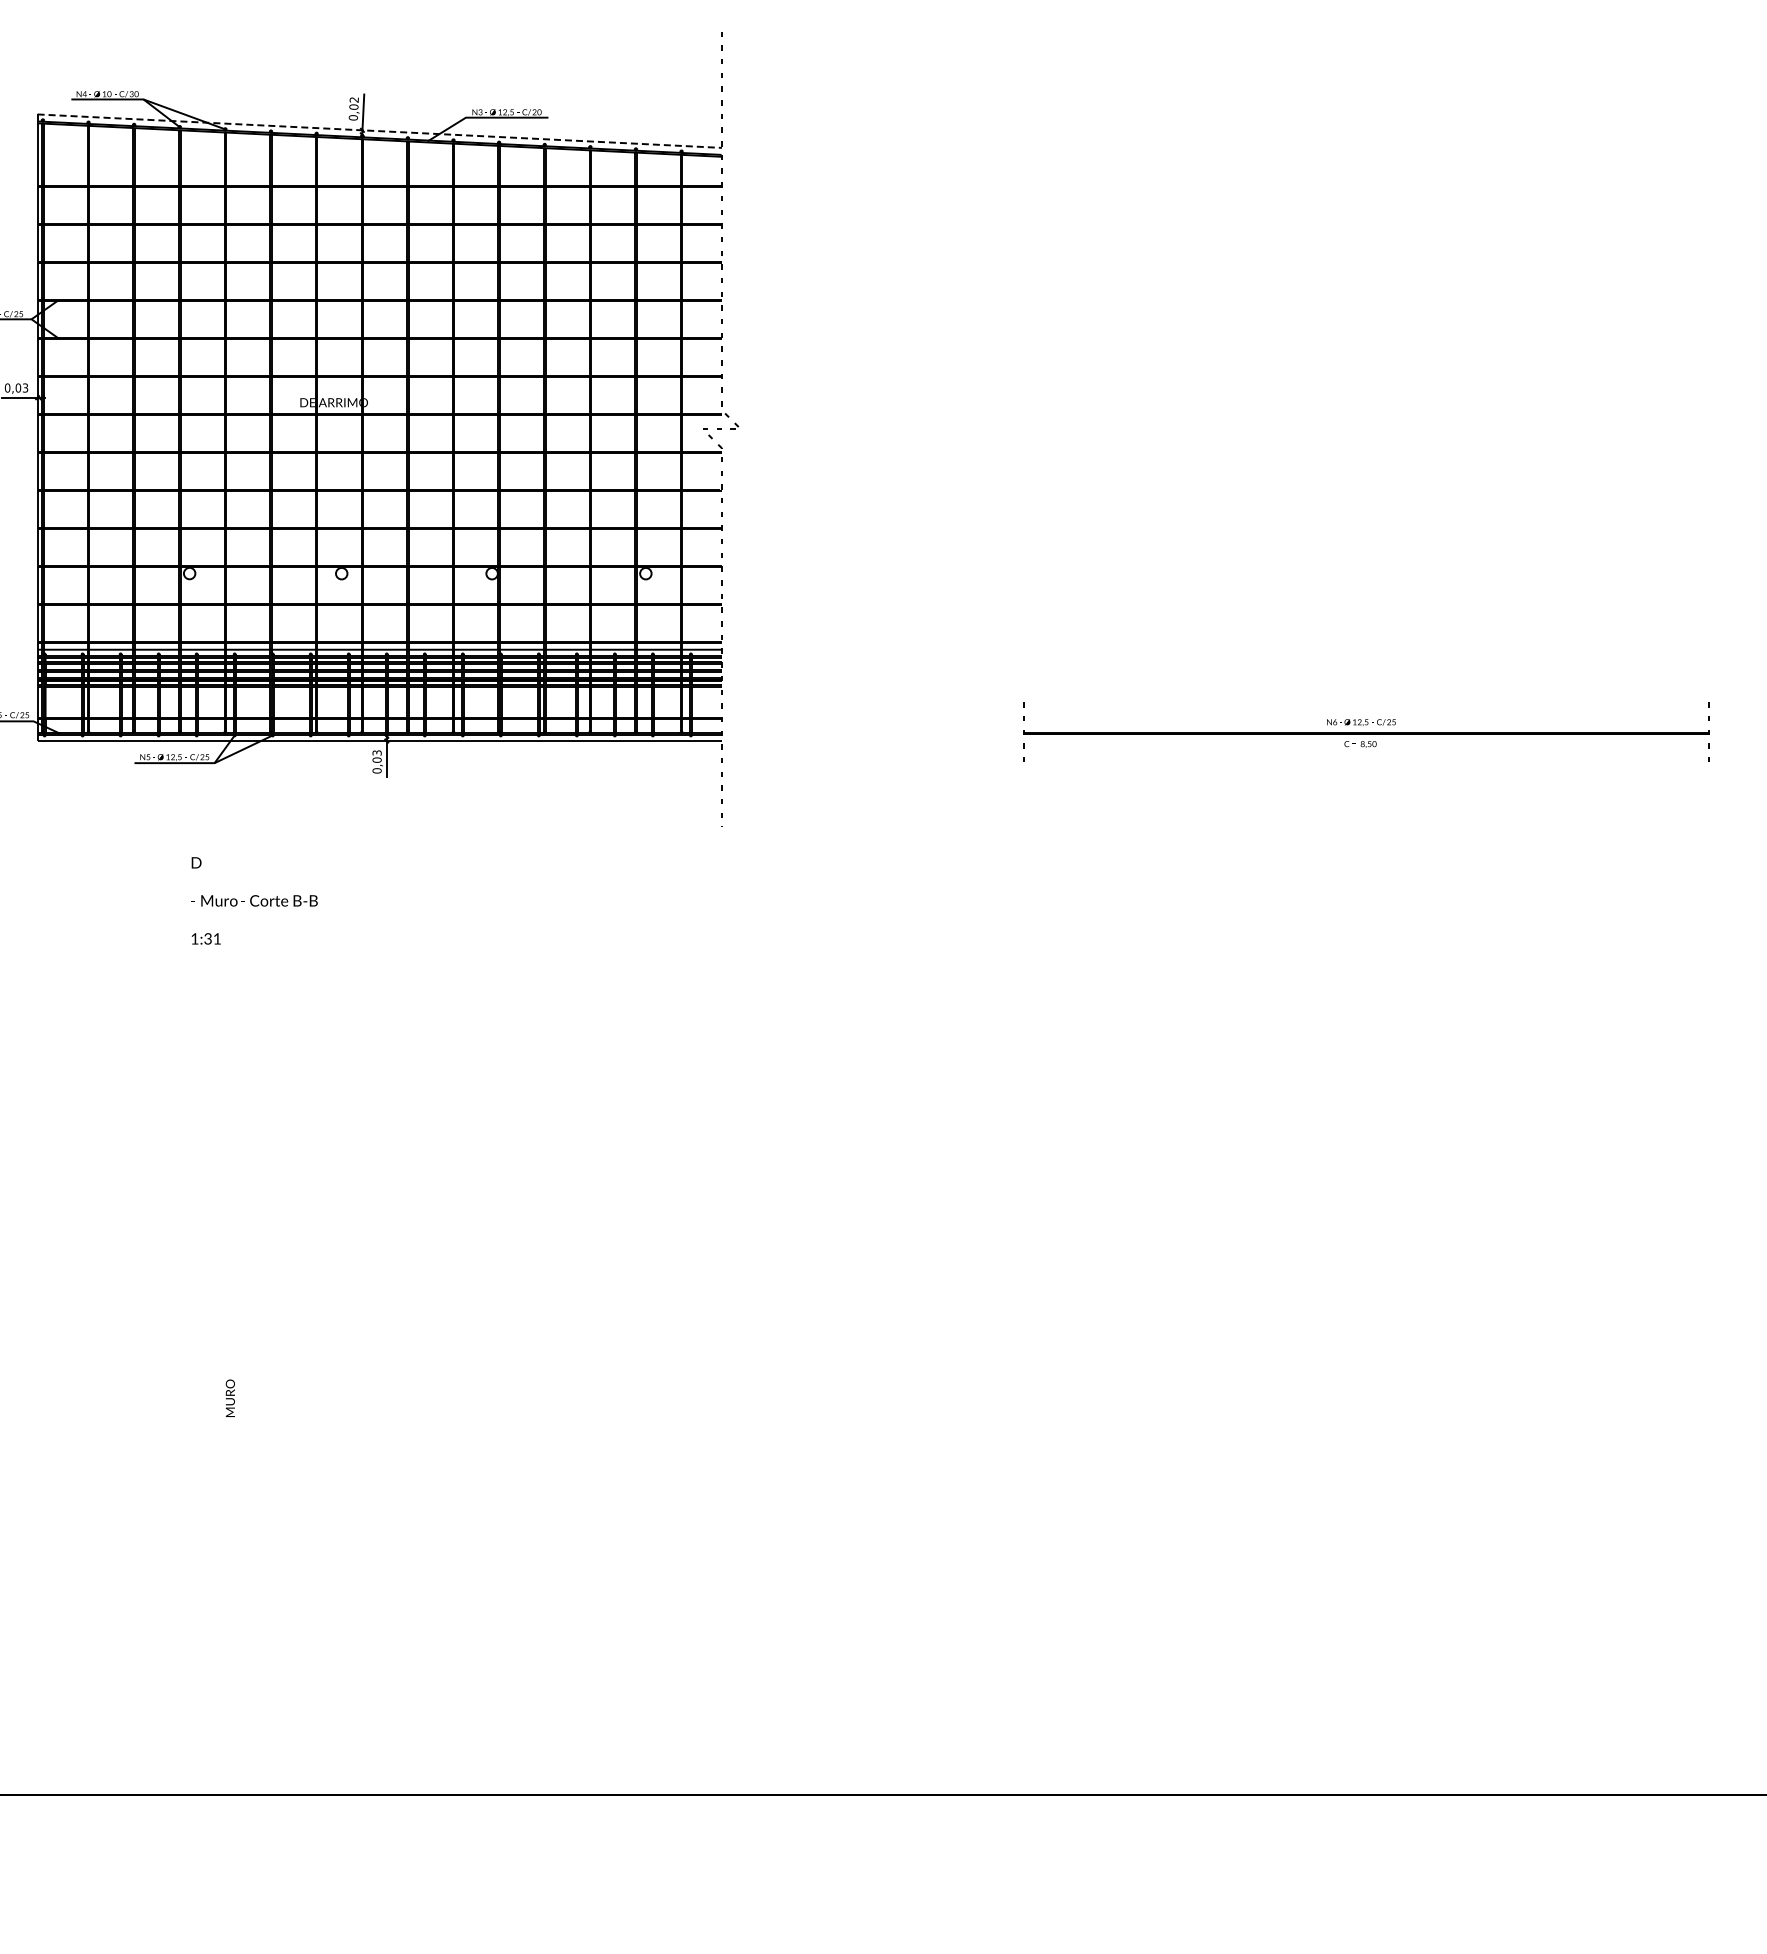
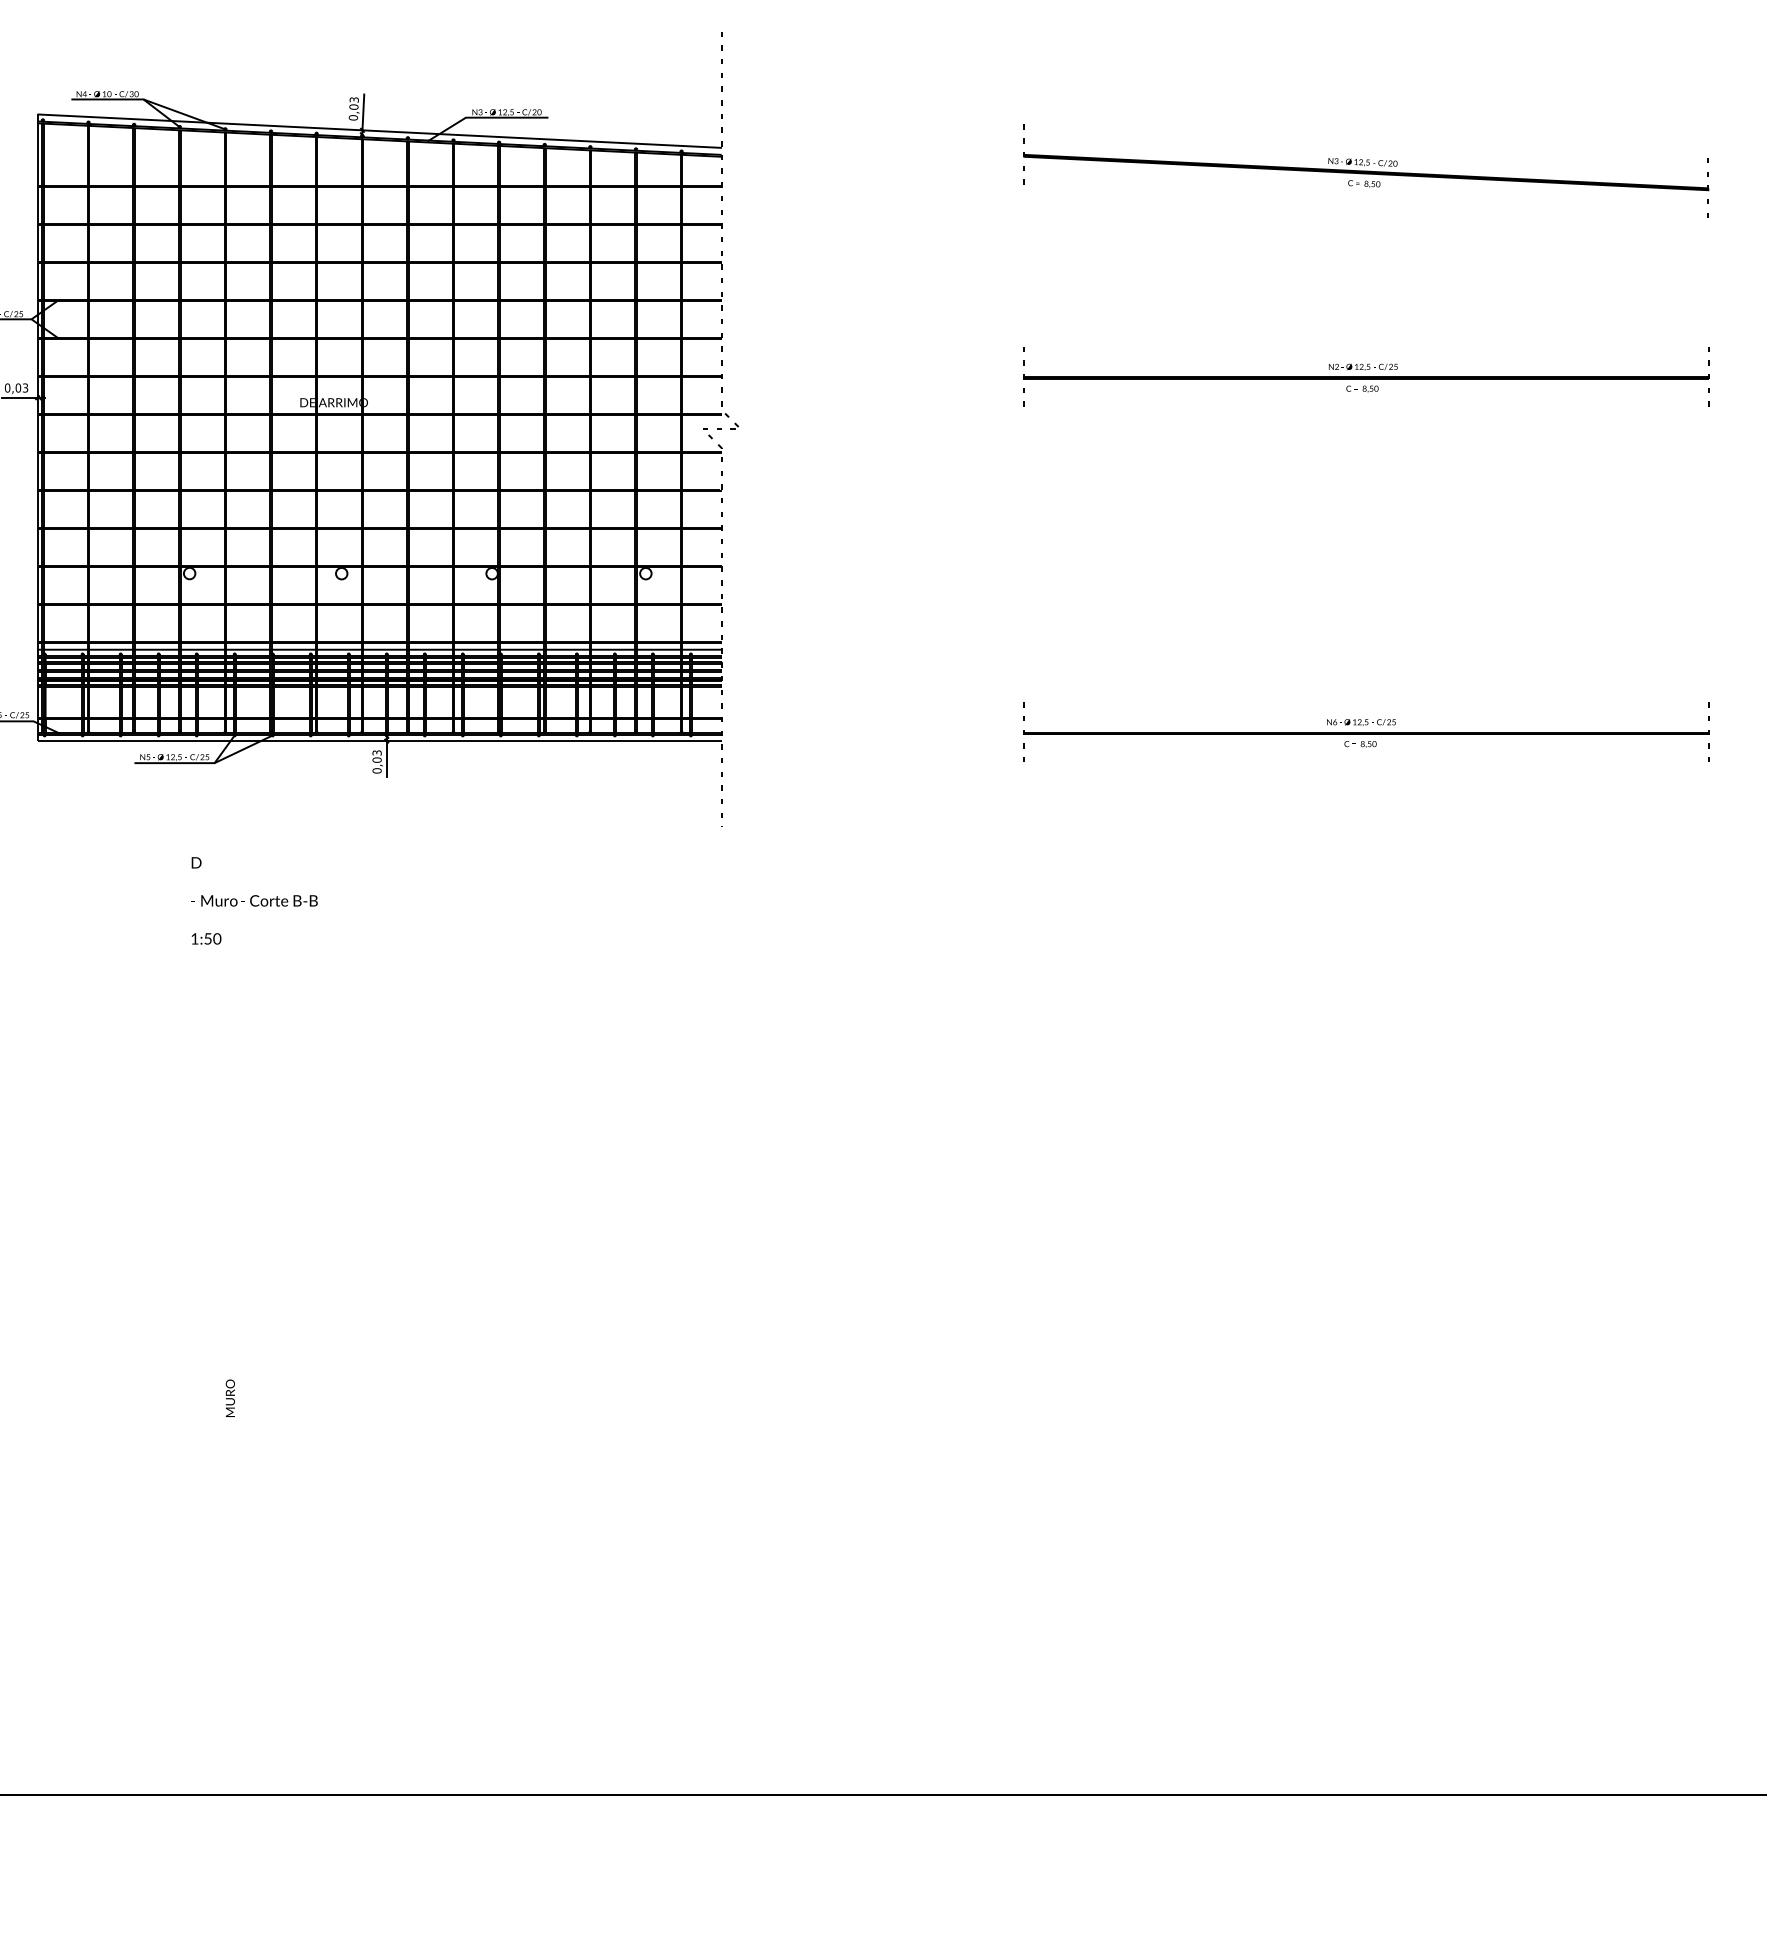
text at (354, 99): 0,02 -> 0,03
line at (379, 131): dashed -> solid
part at (1366, 170): none -> present
part at (1366, 376): none -> present
text at (212, 938): 1:31 -> 1:50
